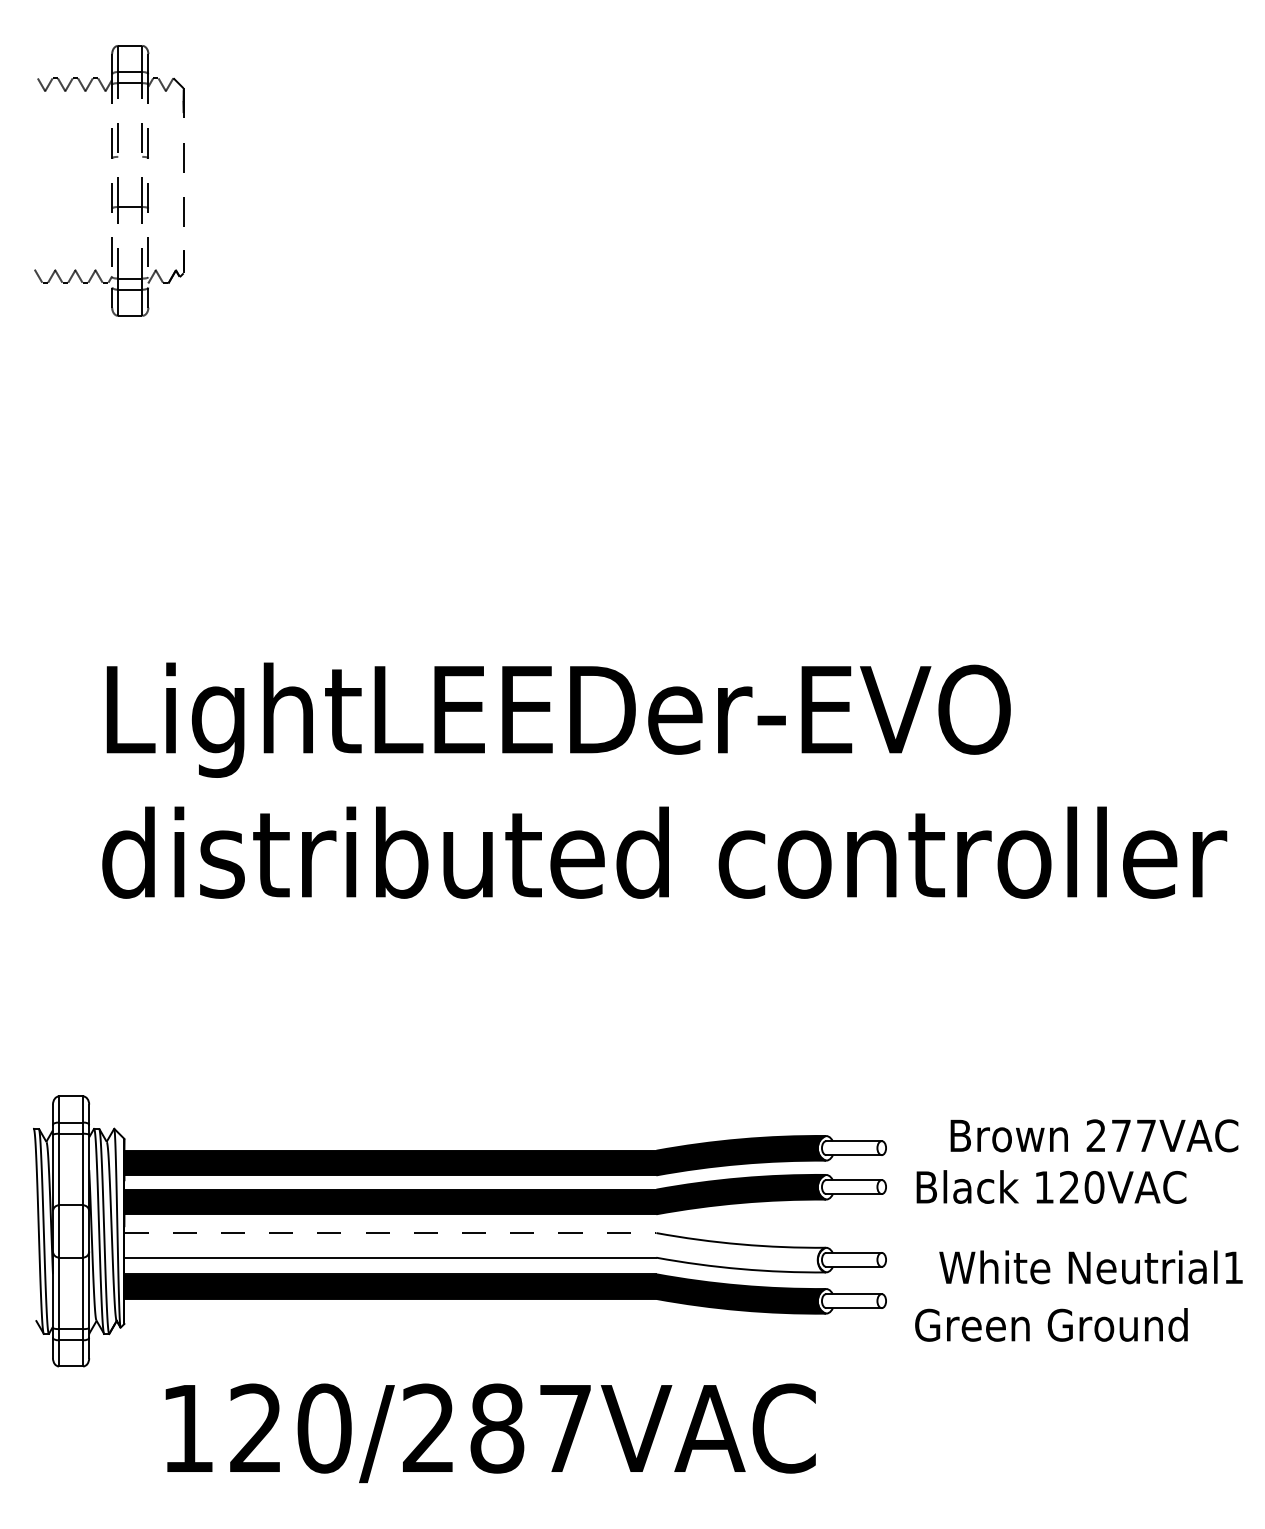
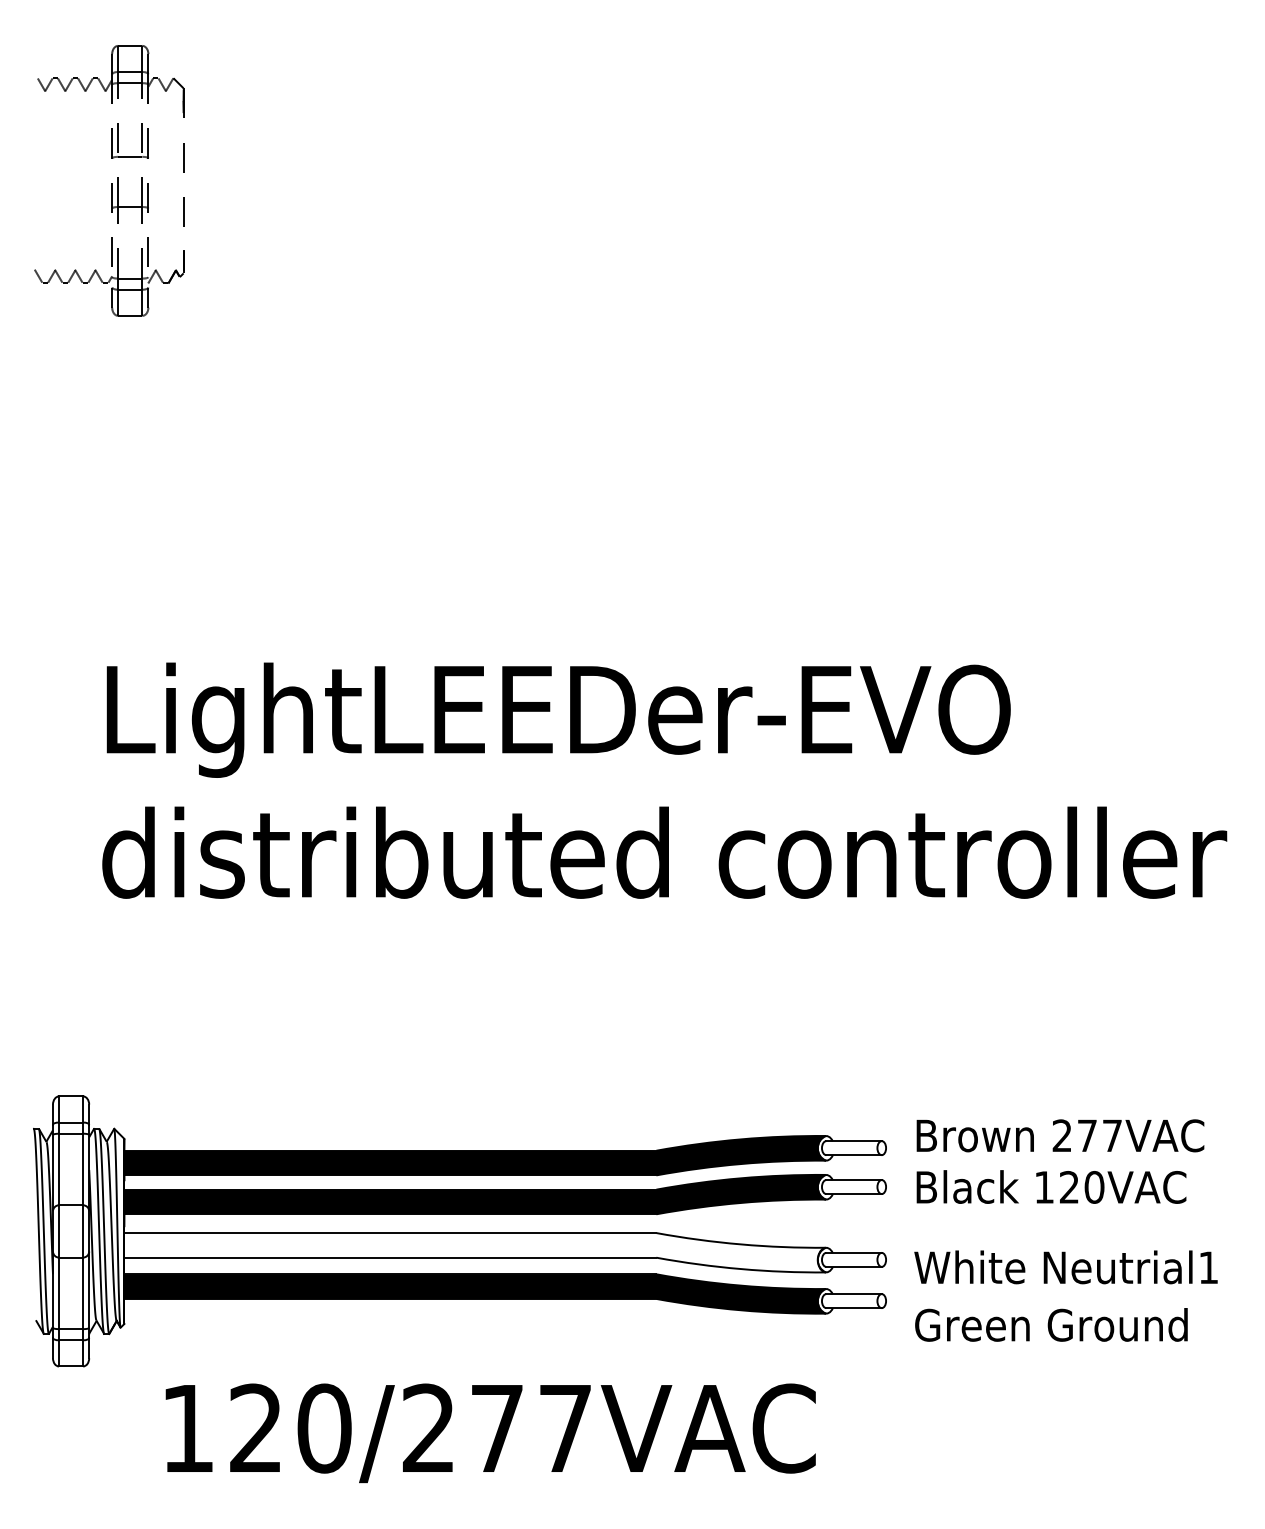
line at (130, 156): none -> present
text at (1094, 1135) position: (1094, 1135) -> (1060, 1135)
line at (390, 1233): dashed -> solid
text at (1090, 1267) position: (1090, 1267) -> (1065, 1267)
text at (497, 1428): 120/287VAC -> 120/277VAC
